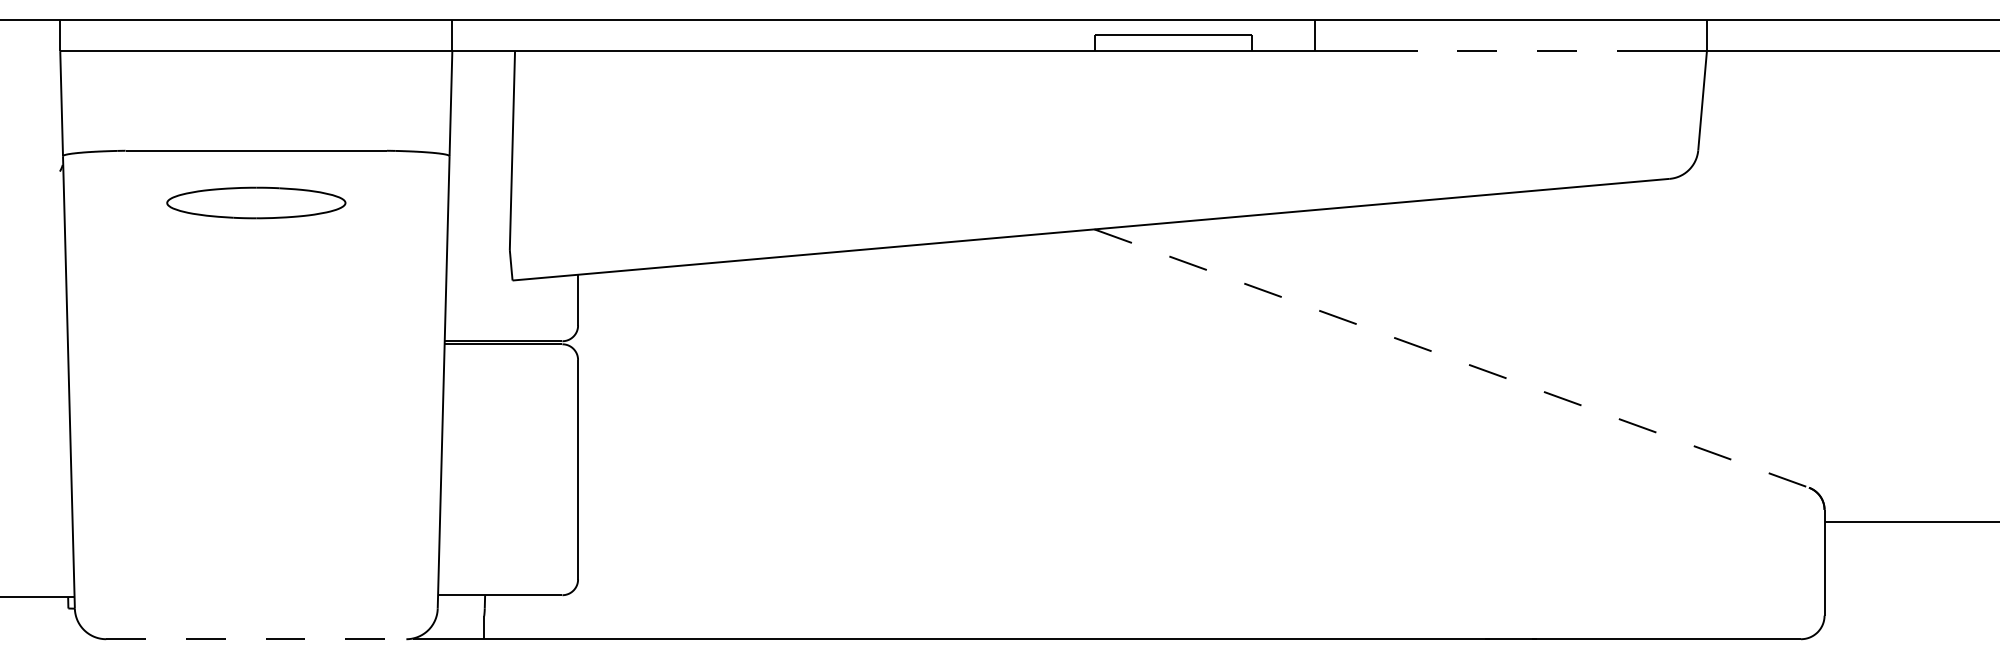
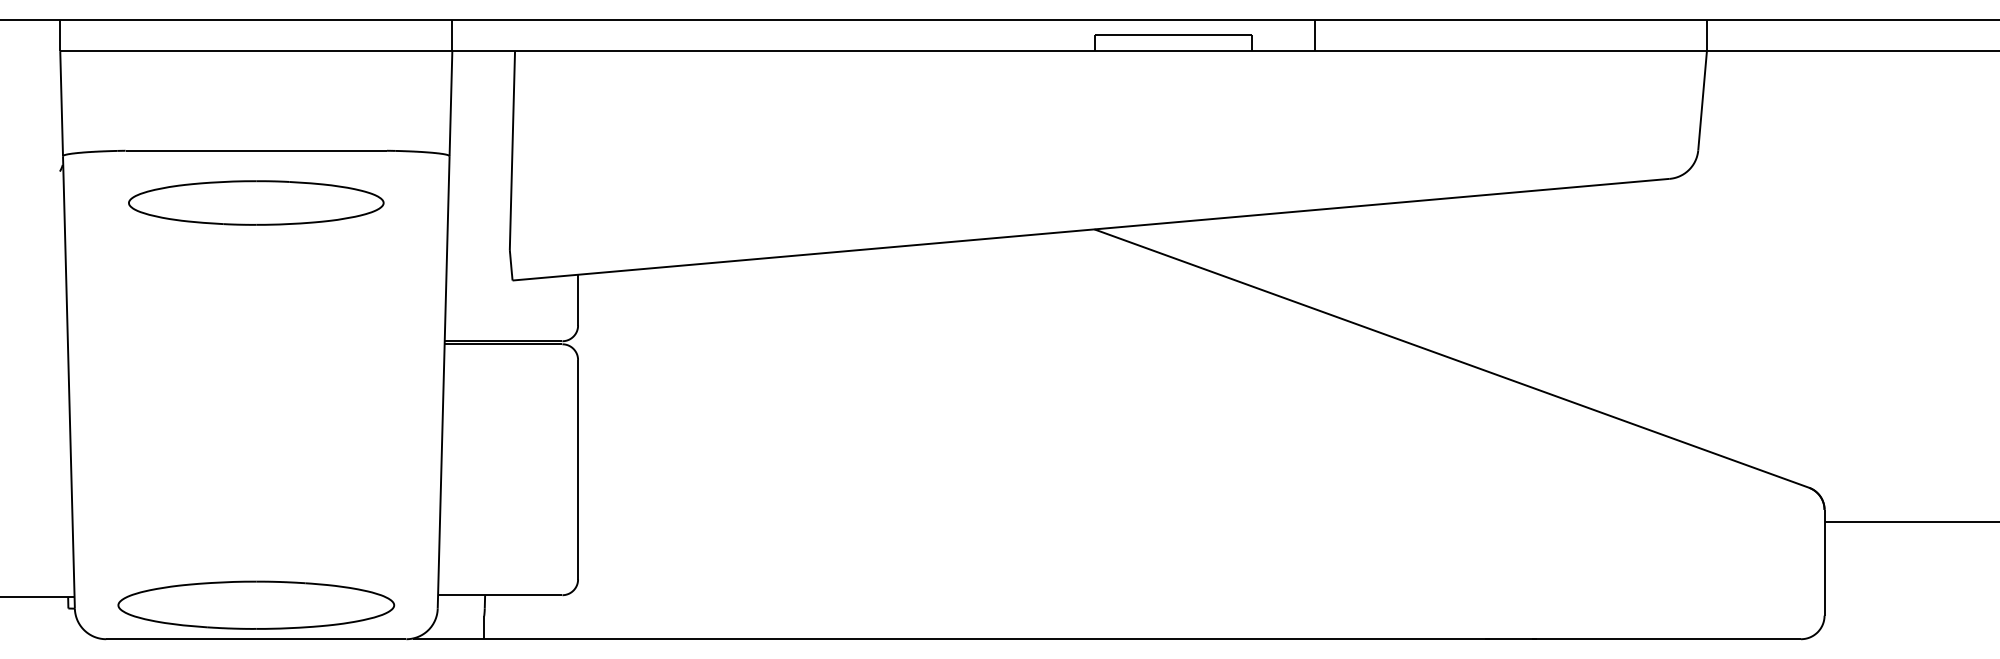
line at (1511, 51): dashed -> solid
part at (256, 202) size: 181x34 px -> 257x46 px
line at (1451, 358): dashed -> solid
part at (256, 604): none -> present
line at (256, 639): dashed -> solid
